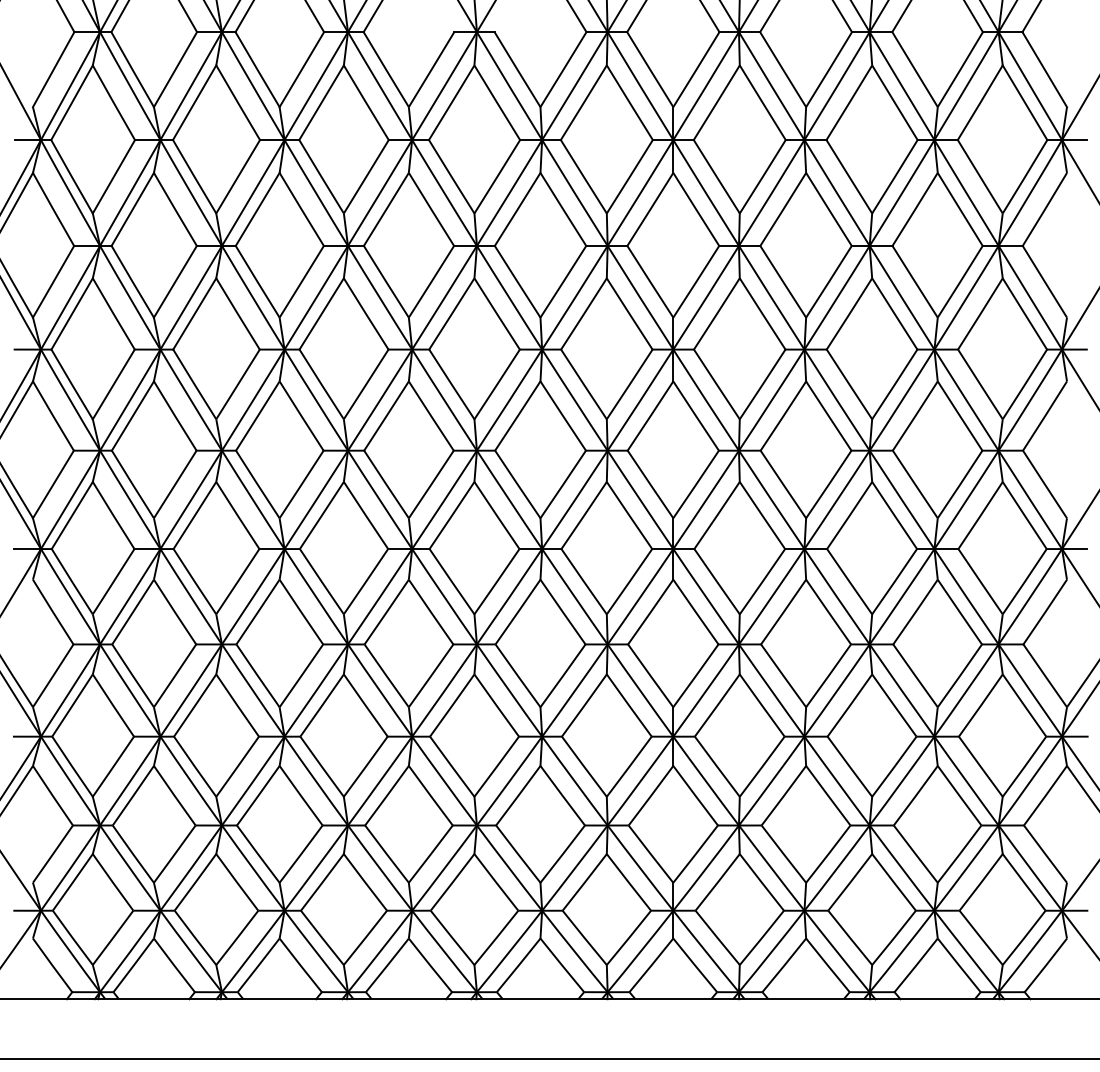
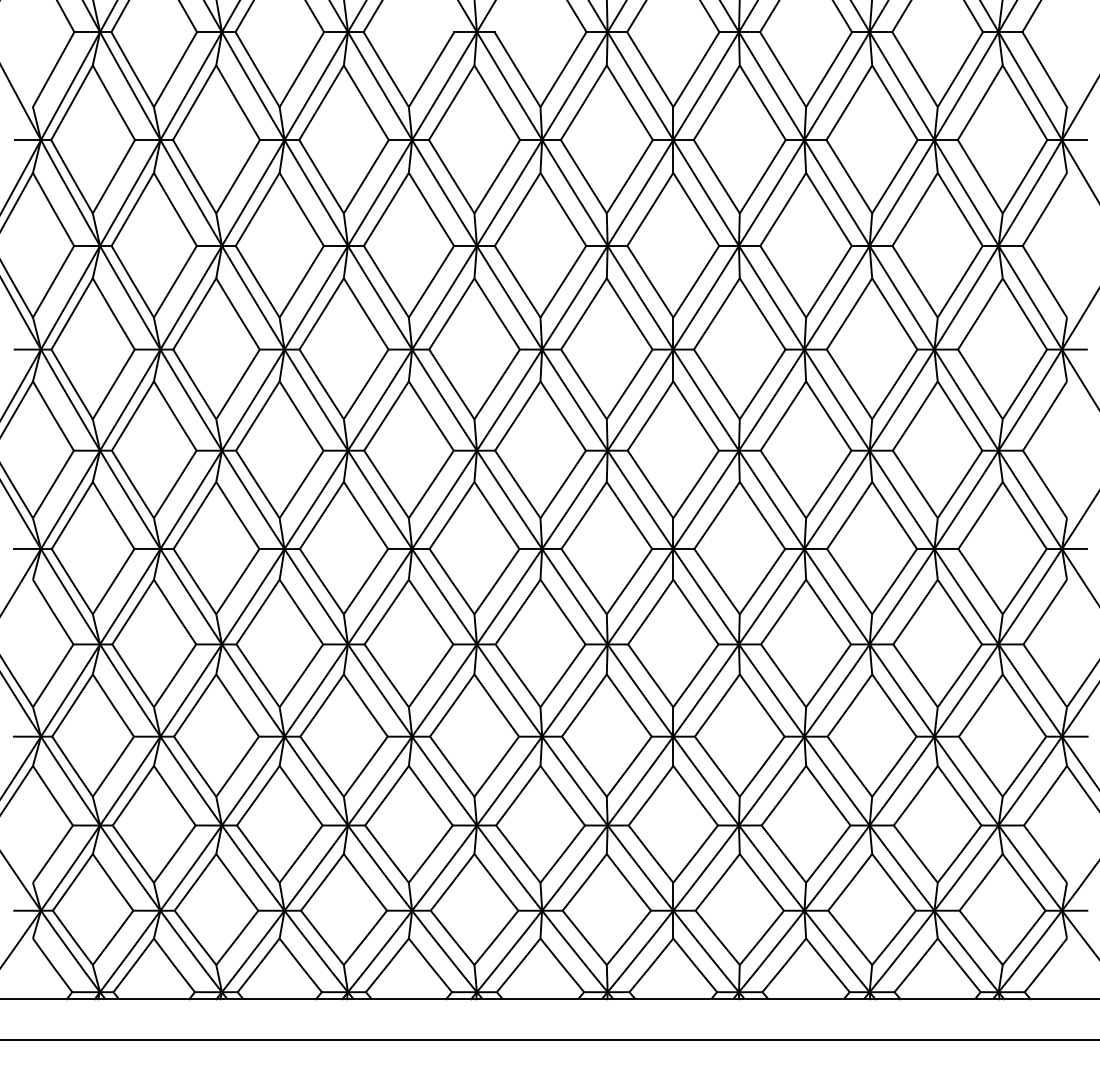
line at (549, 1058) position: (549, 1058) -> (549, 1039)
